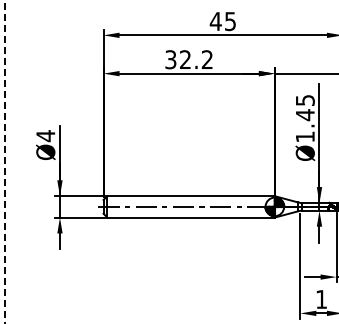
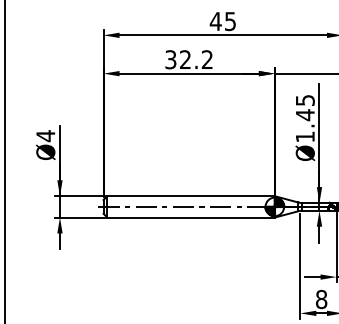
line at (4, 162): dashed -> solid
text at (321, 299): 1 -> 8
